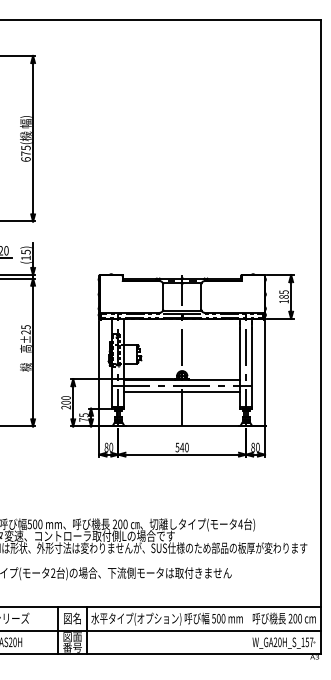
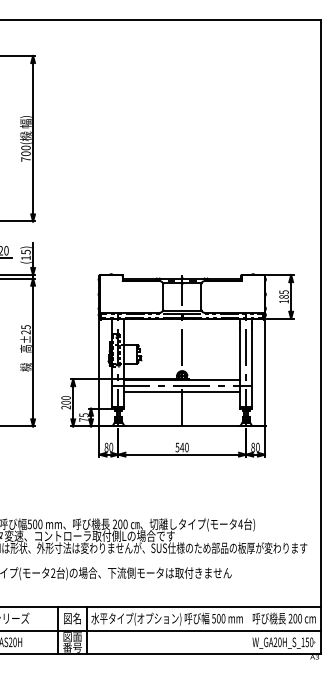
text at (25, 153): 675( -> 700(
text at (311, 642): W_GA20H_S_157 -> W_GA20H_S_150
